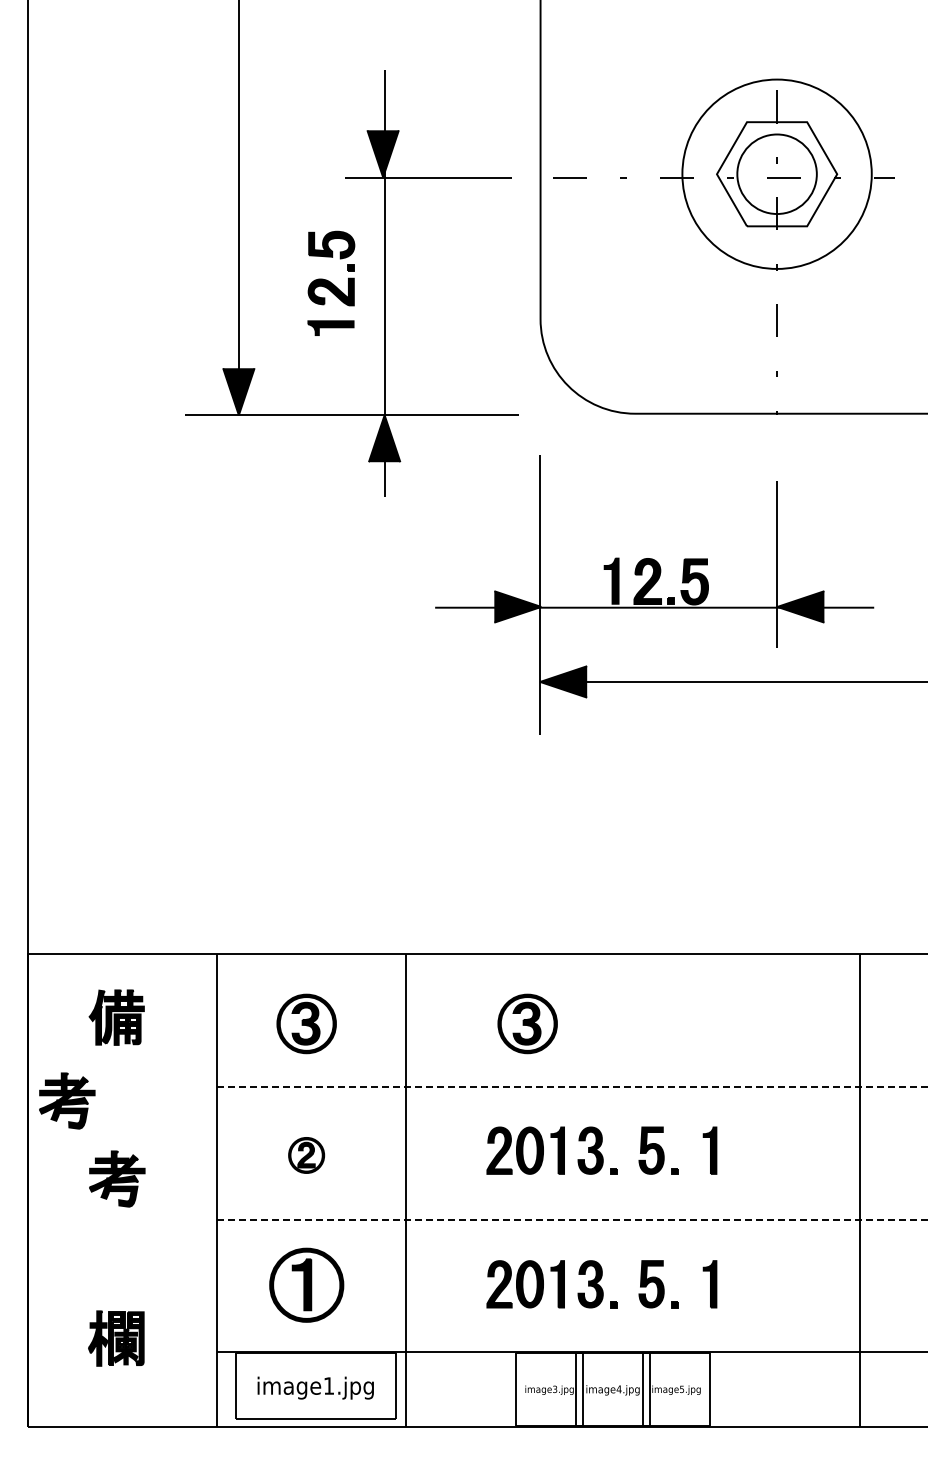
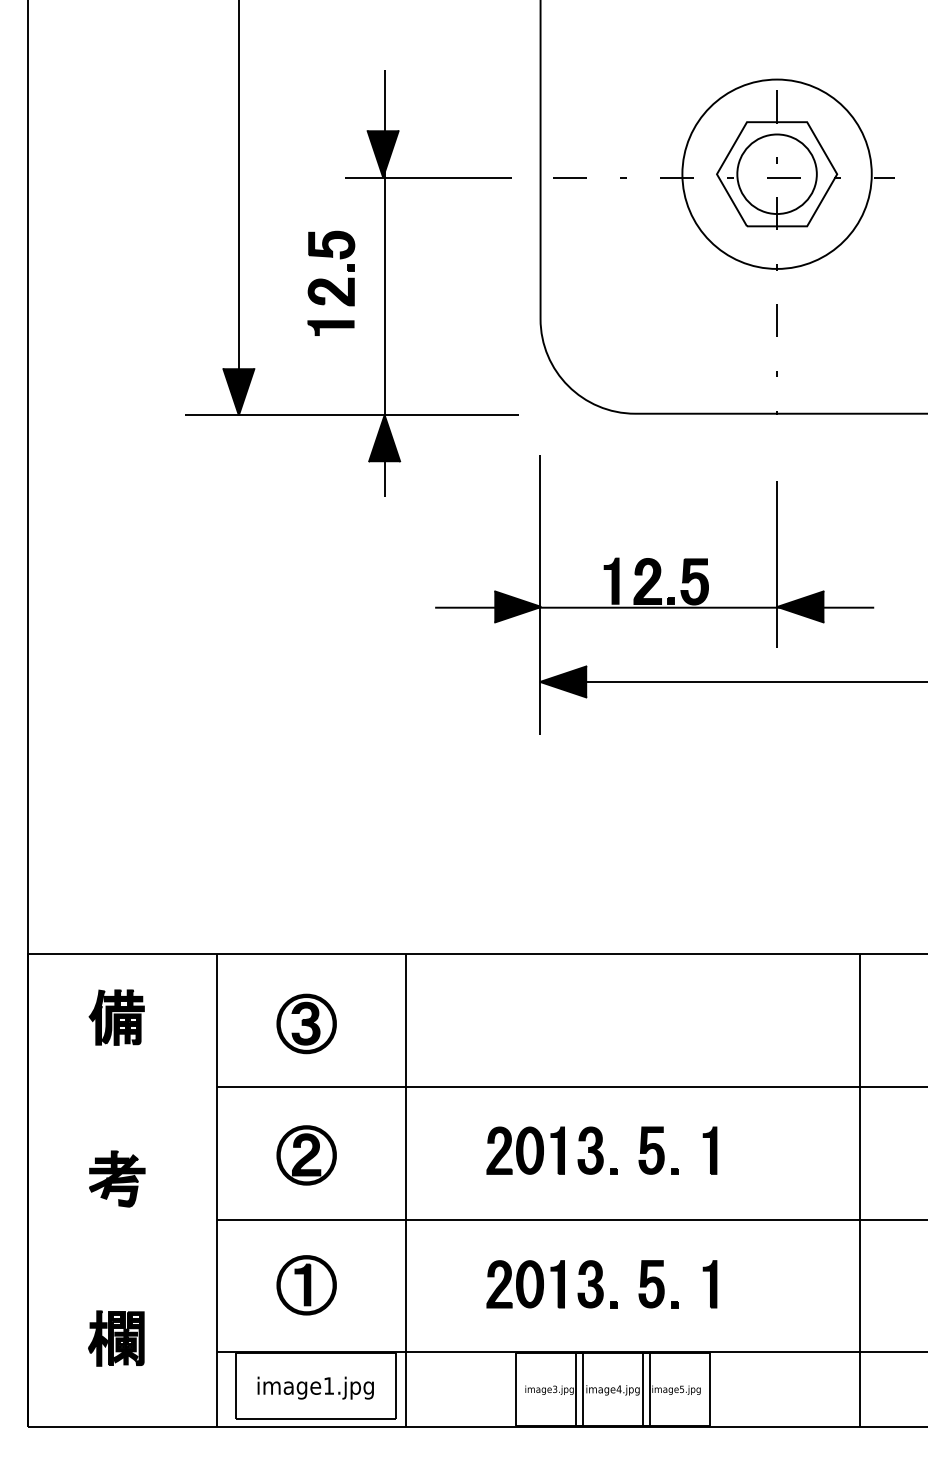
part at (527, 1023): present -> none
line at (572, 1086): dashed -> solid
part at (67, 1100): present -> none
part at (306, 1155) size: 38x37 px -> 61x61 px
line at (572, 1220): dashed -> solid
part at (306, 1284) size: 76x76 px -> 61x61 px
